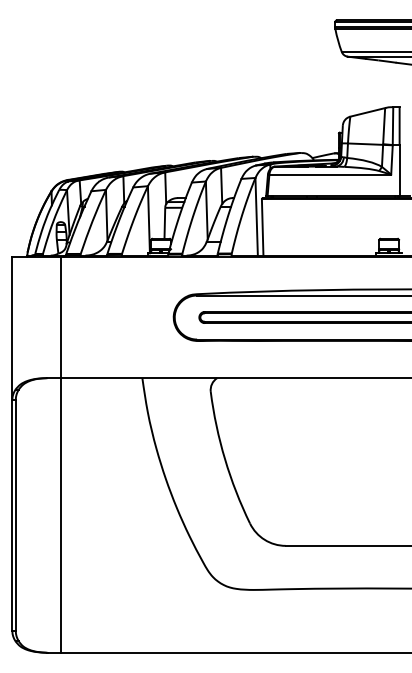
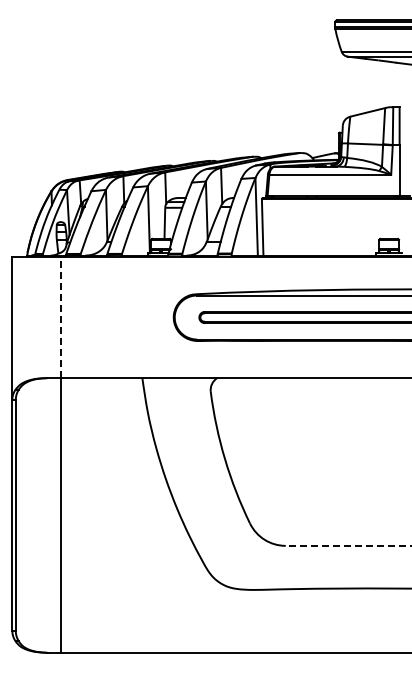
line at (61, 317): solid -> dashed
line at (348, 545): solid -> dashed
